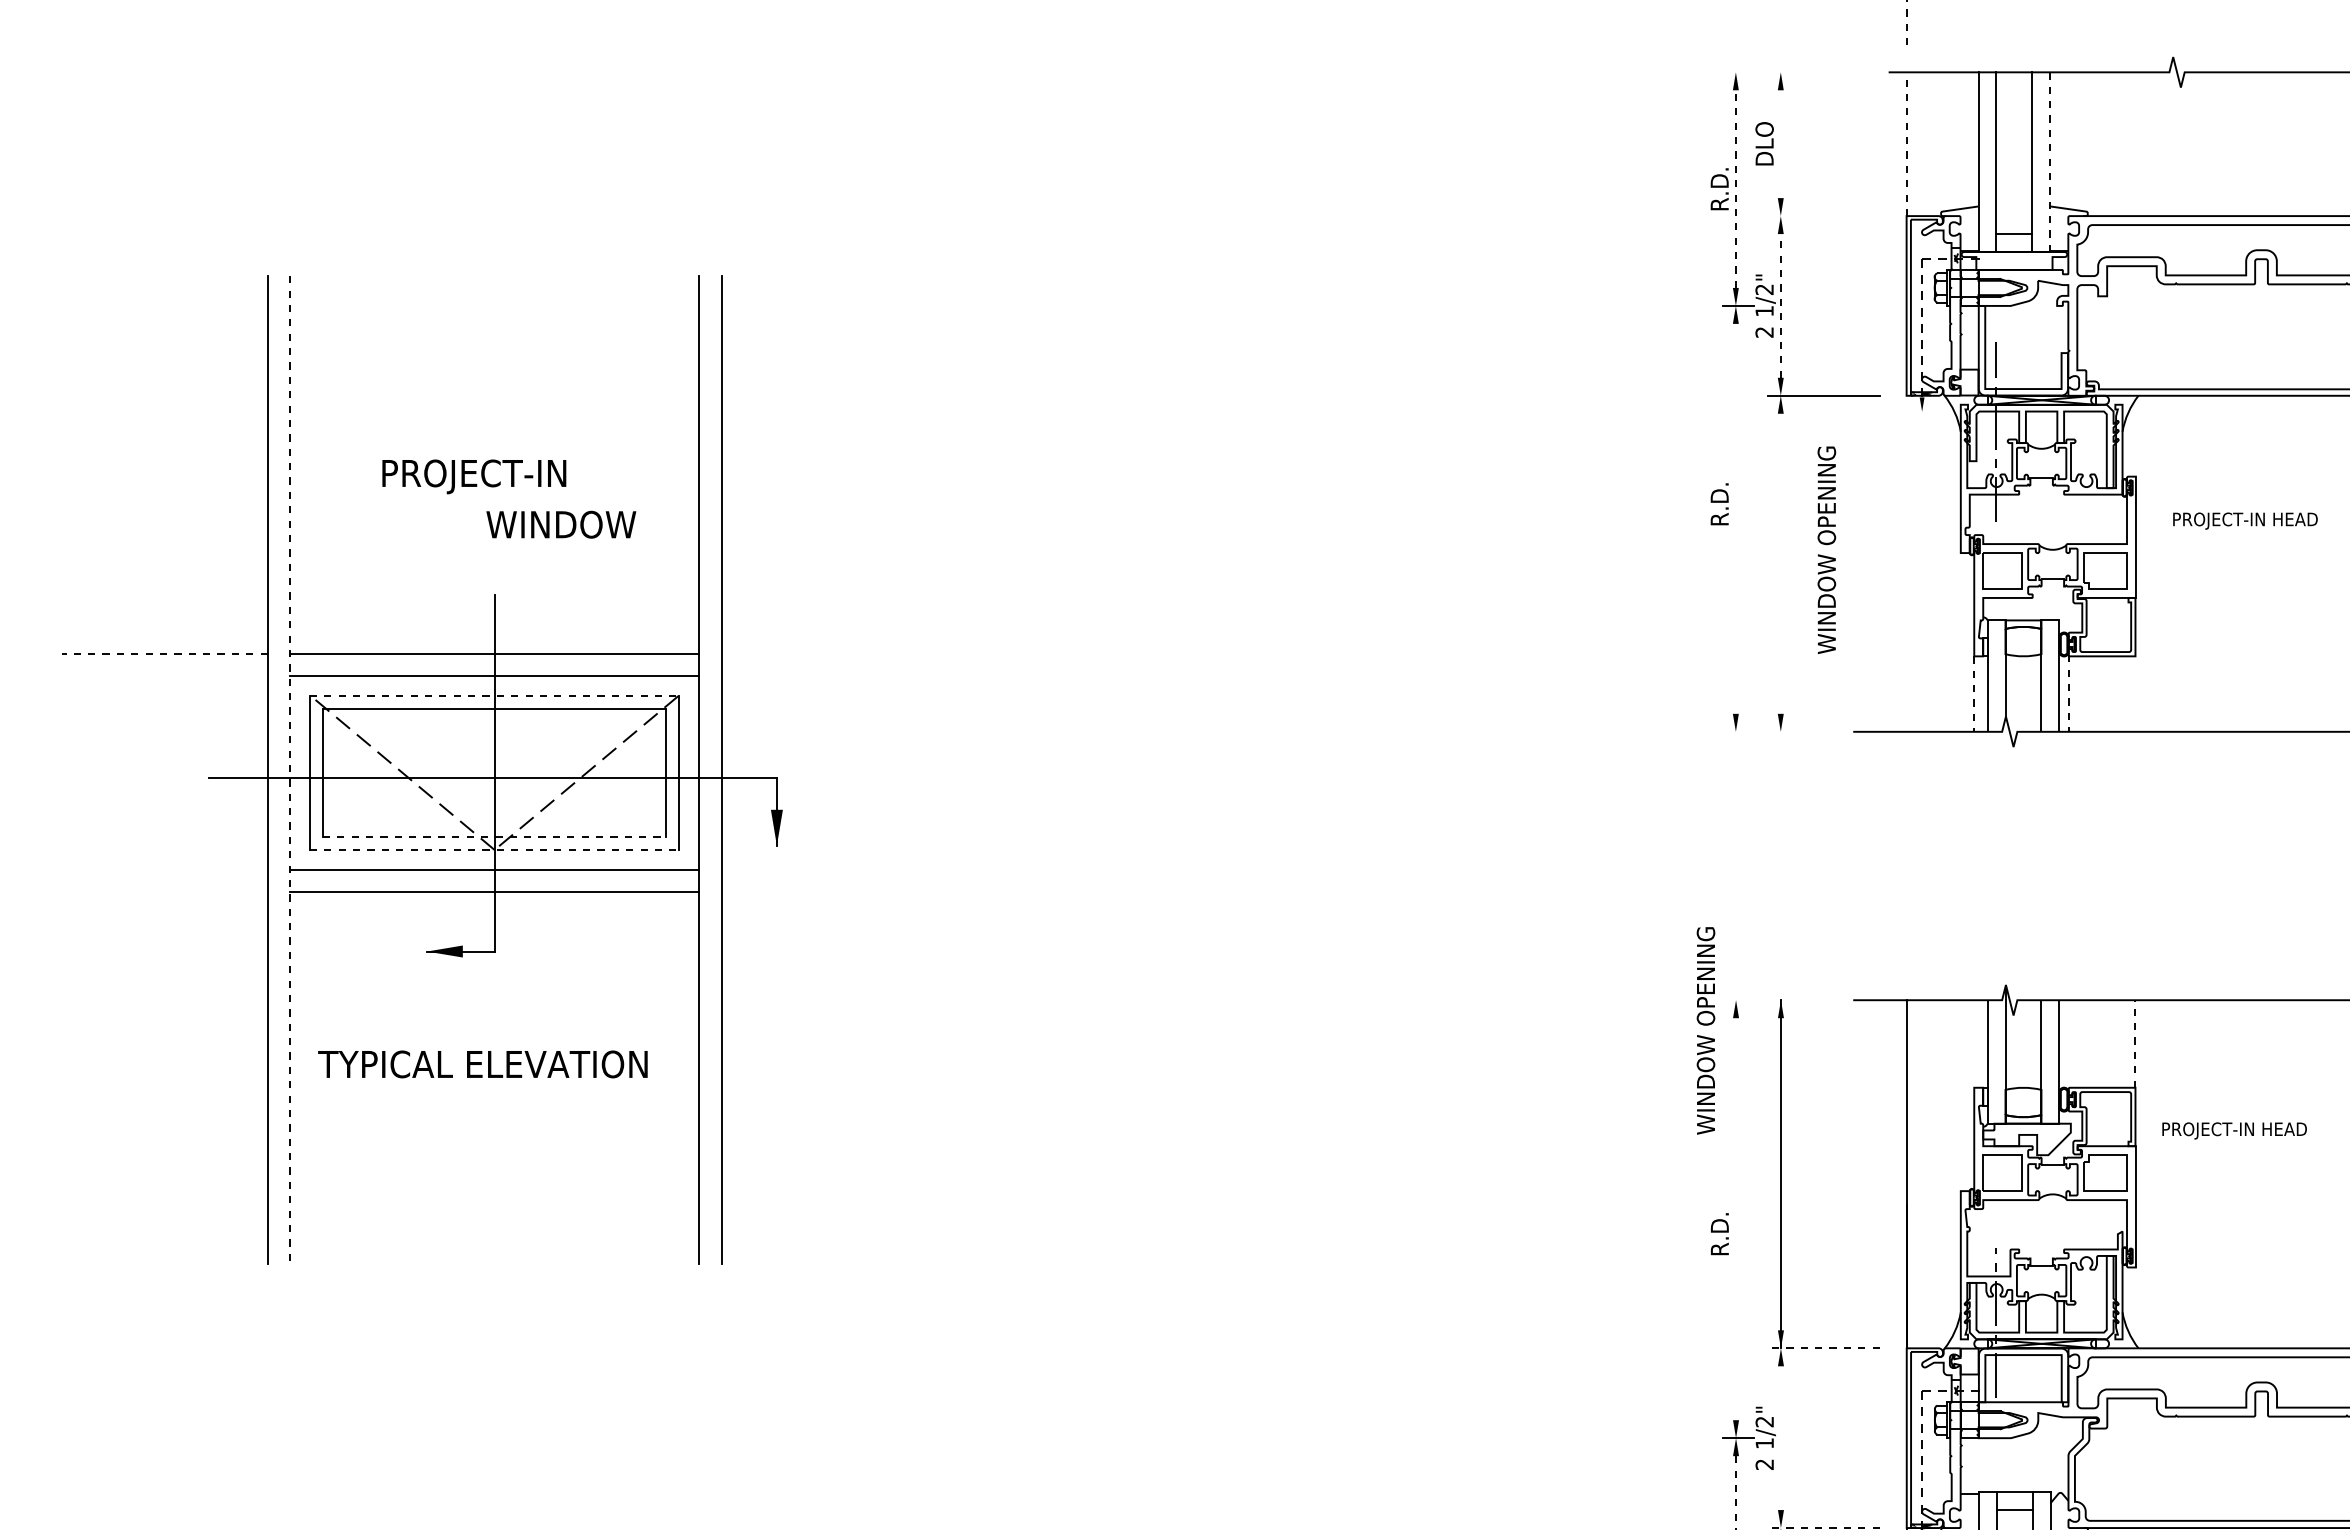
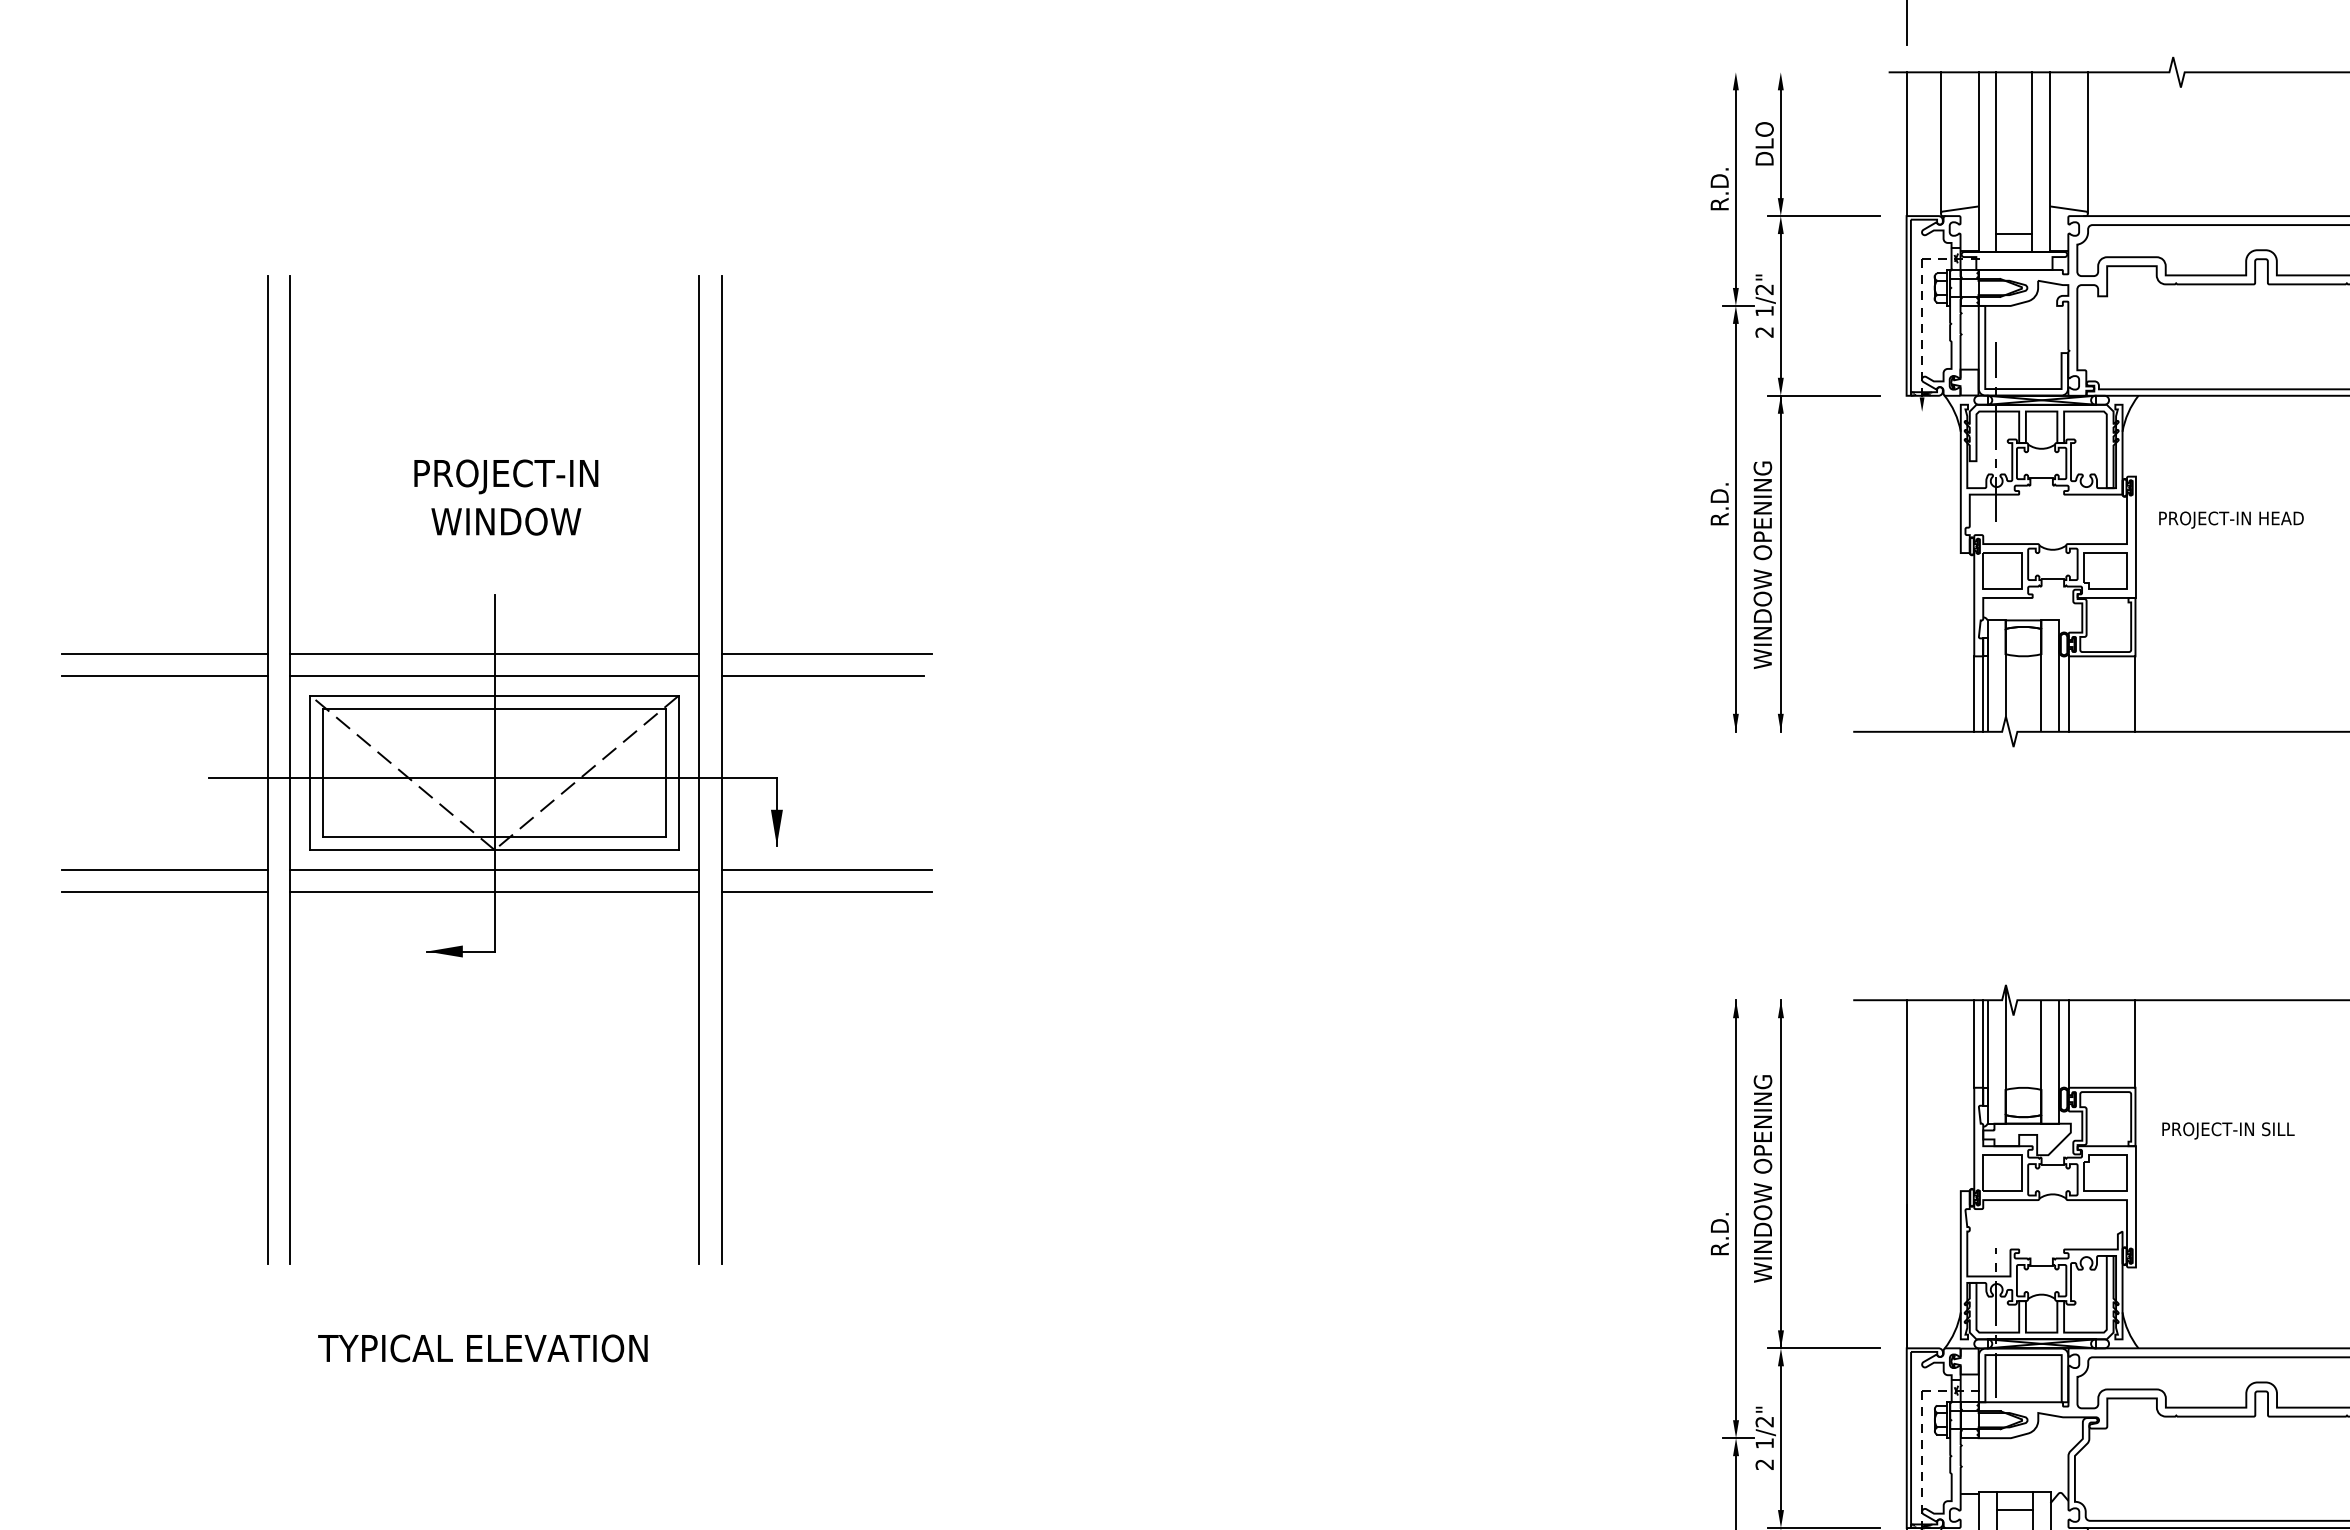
line at (1906, 22): dashed -> solid
line at (1941, 142): none -> present
line at (2087, 142): none -> present
line at (1780, 144): none -> present
line at (1906, 144): dashed -> solid
line at (2050, 162): dashed -> solid
line at (1735, 189): dashed -> solid
line at (1823, 216): none -> present
line at (1780, 305): dashed -> solid
text at (474, 476) position: (474, 476) -> (506, 476)
text at (2245, 520) position: (2245, 520) -> (2231, 519)
text at (561, 524) position: (561, 524) -> (506, 521)
line at (1735, 527): none -> present
text at (1826, 549) position: (1826, 549) -> (1762, 564)
line at (1780, 563): none -> present
line at (165, 654): dashed -> solid
line at (826, 654): none -> present
line at (164, 676): none -> present
line at (822, 676): none -> present
line at (1983, 693): none -> present
line at (2135, 693): none -> present
line at (1974, 694): dashed -> solid
line at (2068, 694): dashed -> solid
line at (494, 696): dashed -> solid
line at (290, 770): dashed -> solid
line at (494, 837): dashed -> solid
line at (494, 849): dashed -> solid
line at (164, 869): none -> present
line at (826, 869): none -> present
line at (164, 892): none -> present
line at (826, 892): none -> present
text at (1705, 1030) position: (1705, 1030) -> (1762, 1178)
line at (1974, 1043): none -> present
line at (1983, 1043): none -> present
line at (2068, 1044): none -> present
line at (2135, 1044): dashed -> solid
text at (482, 1064) position: (482, 1064) -> (482, 1348)
text at (2284, 1129): PROJECT-IN HEAD -> PROJECT-IN SILL
line at (1736, 1210): none -> present
line at (1823, 1348): dashed -> solid
line at (1780, 1438): none -> present
line at (1736, 1493): dashed -> solid
line at (1823, 1528): dashed -> solid
